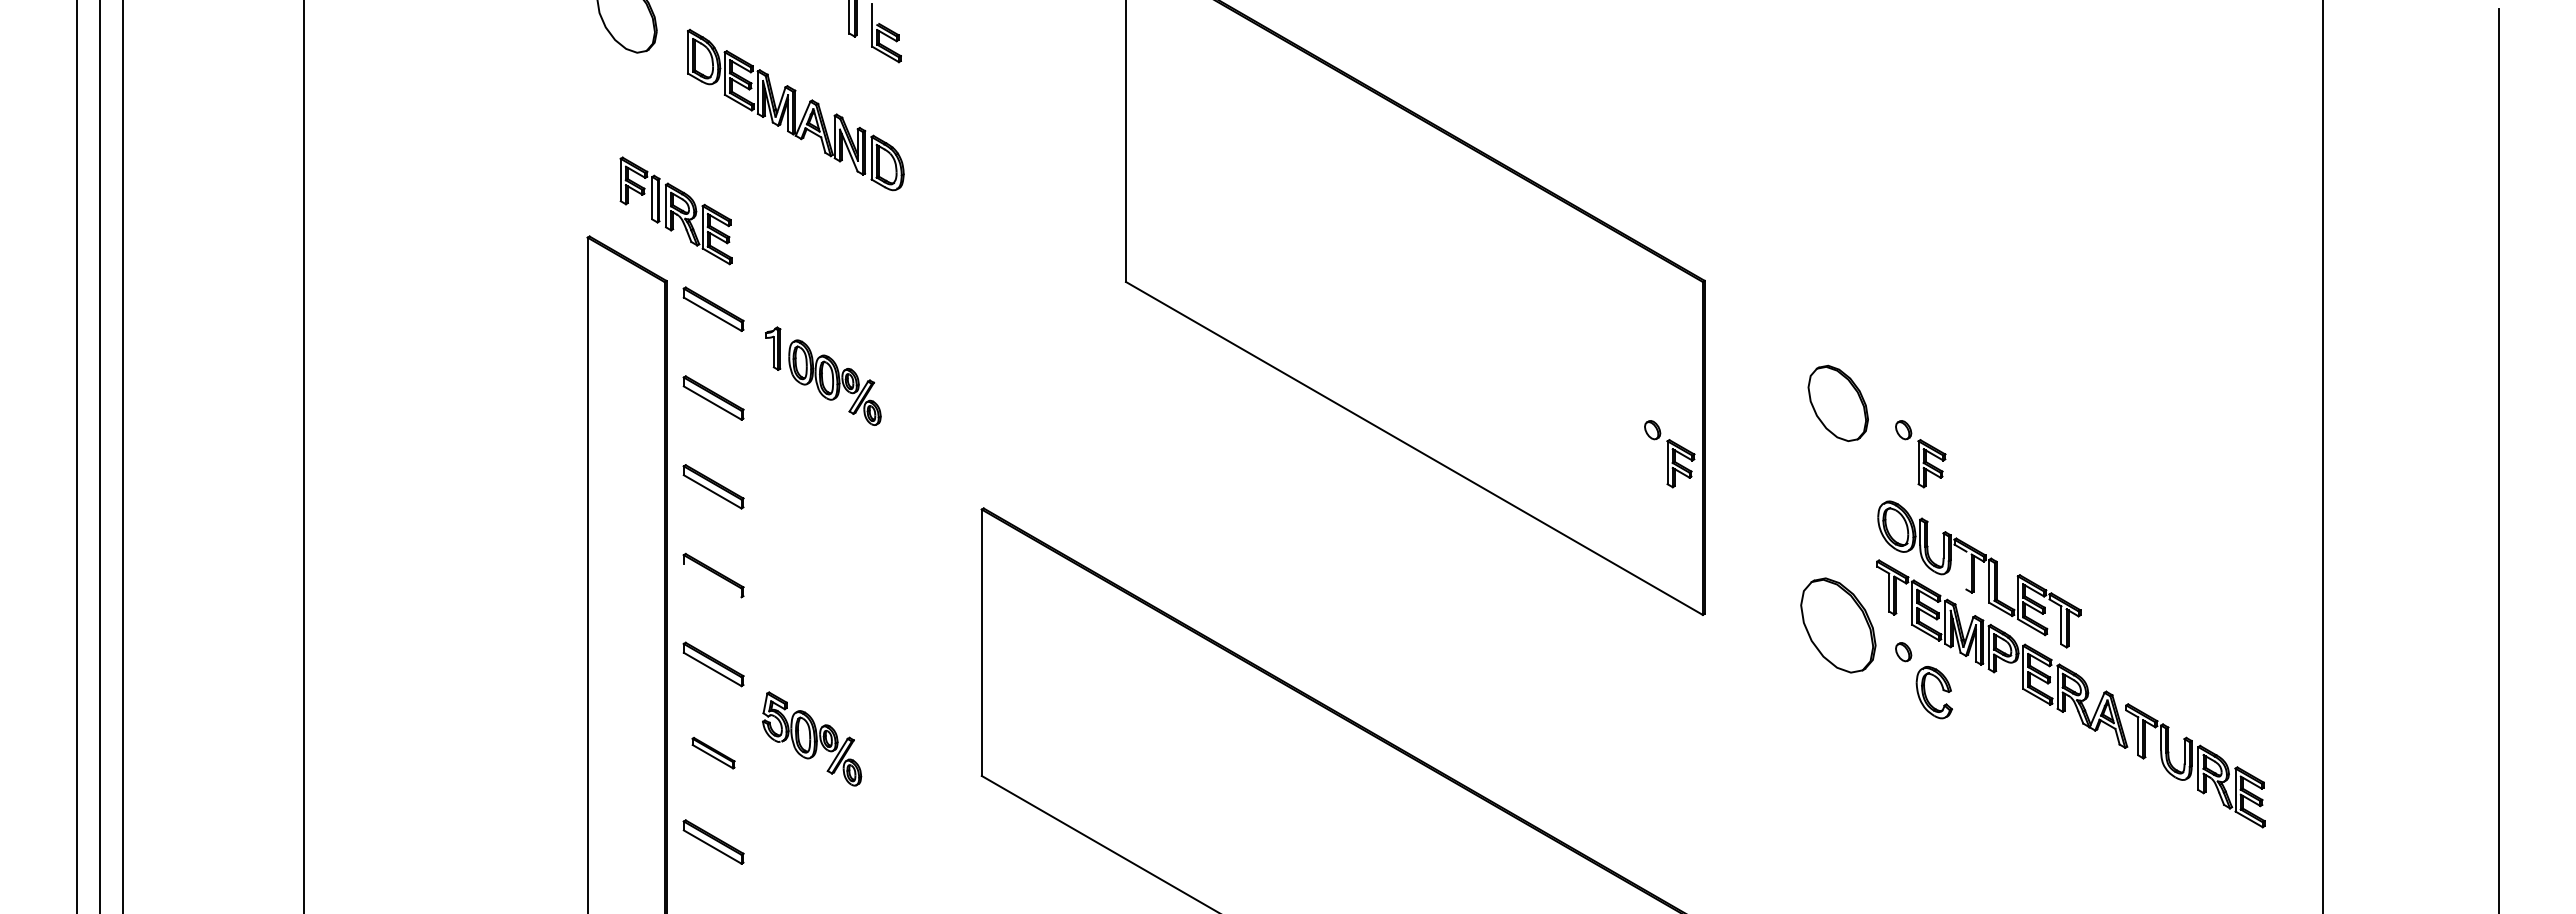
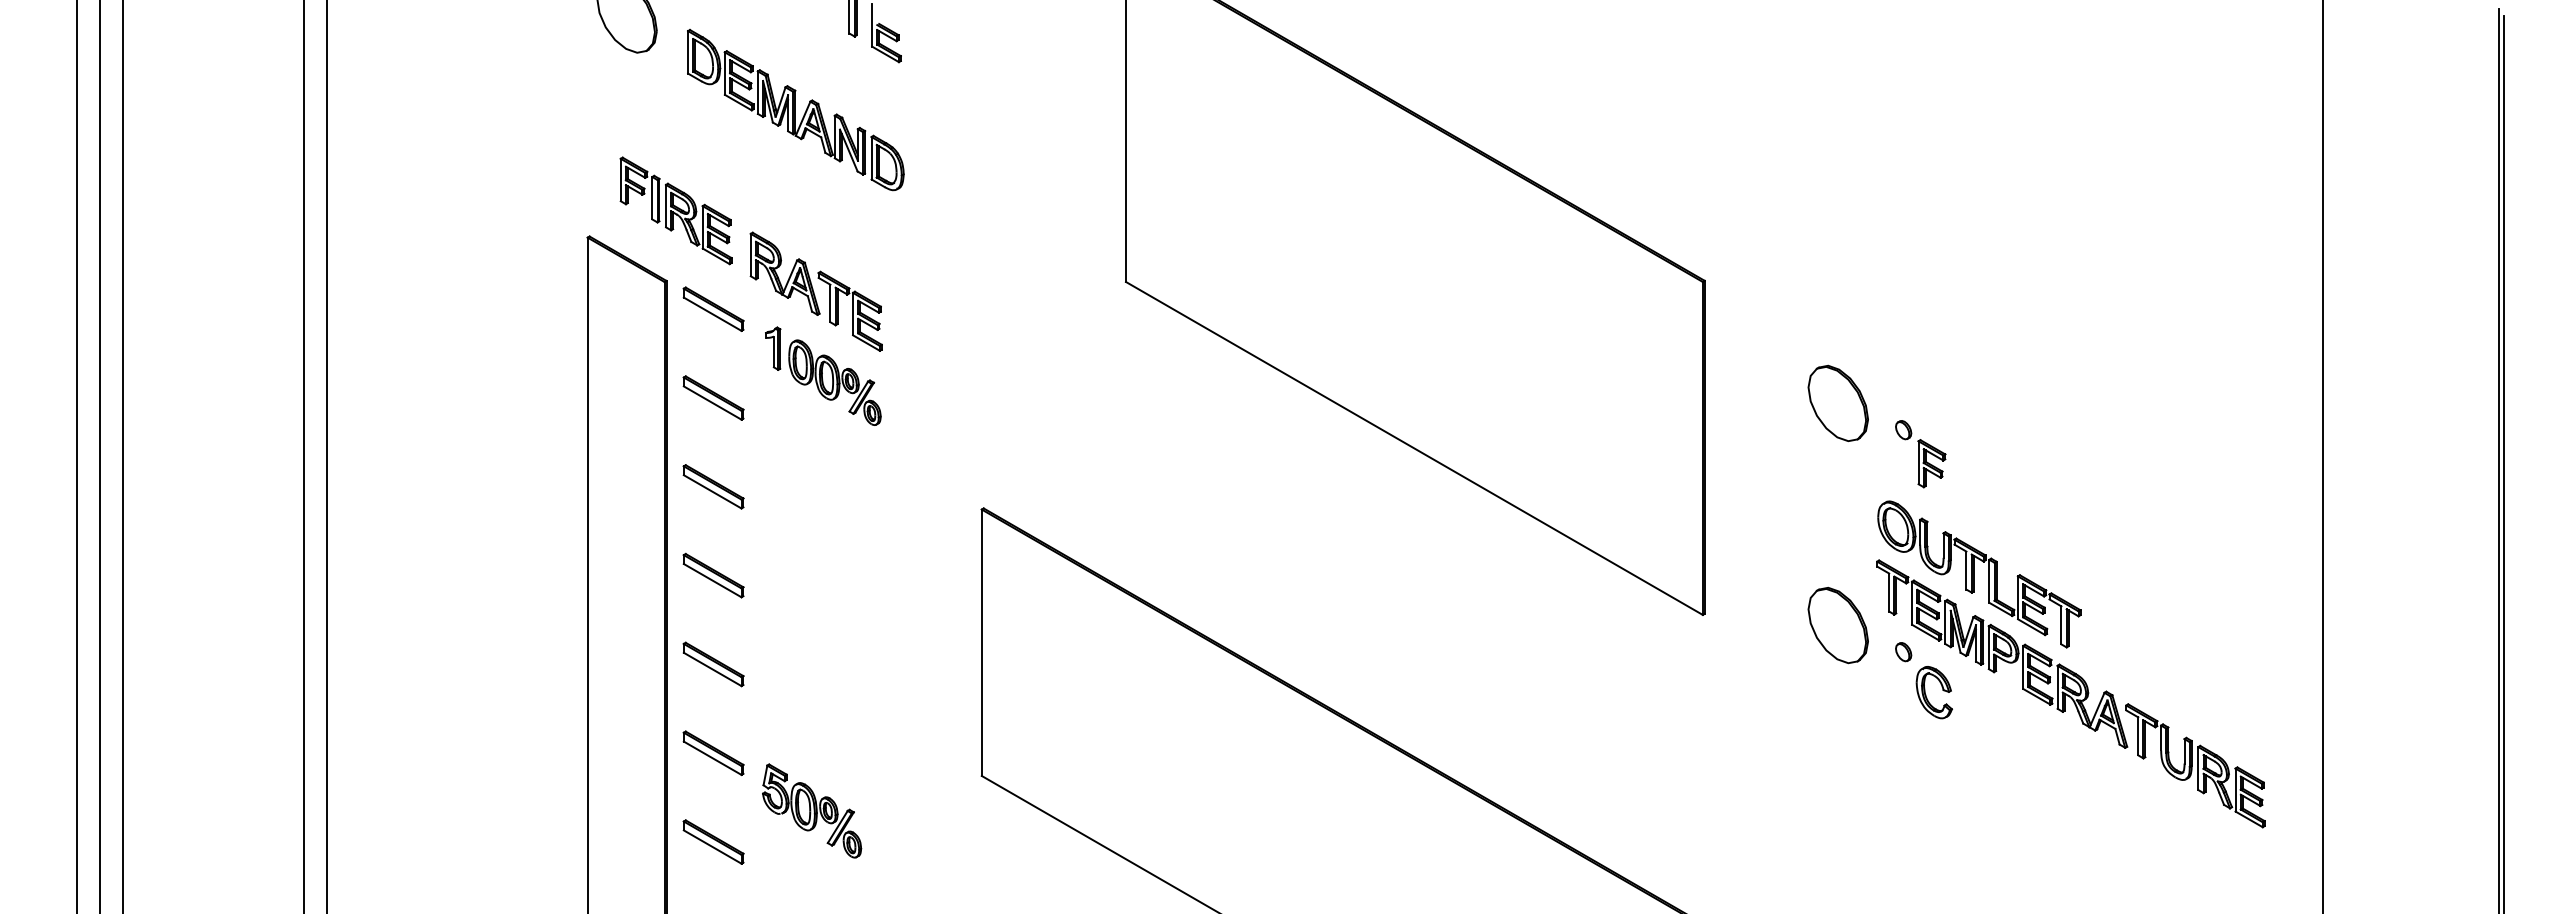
part at (815, 291): none -> present
part at (1669, 454): present -> none
line at (326, 456): none -> present
line at (2503, 462): none -> present
line at (1966, 570): none -> present
line at (712, 580): none -> present
part at (1838, 625) size: 77x97 px -> 62x79 px
part at (812, 738) position: (812, 738) -> (812, 810)
part at (713, 753) size: 45x33 px -> 63x46 px
